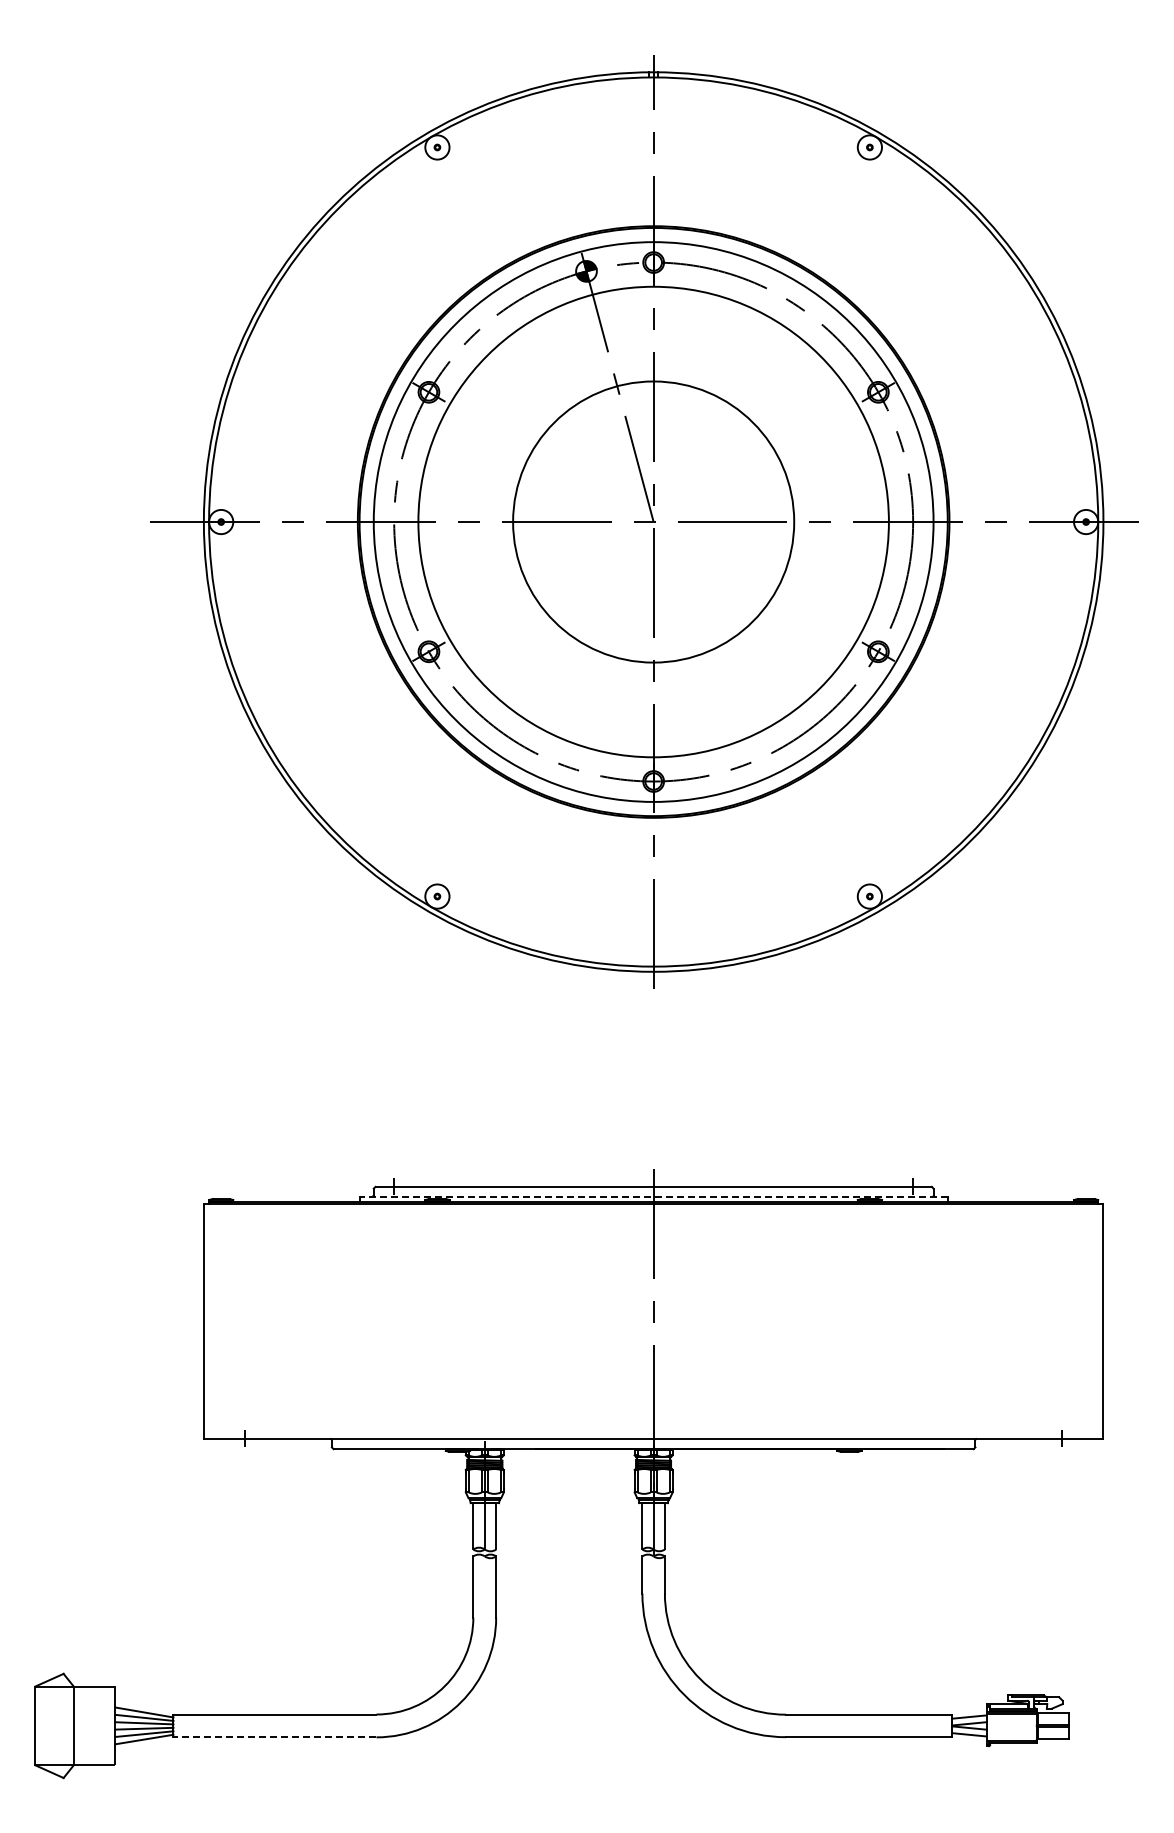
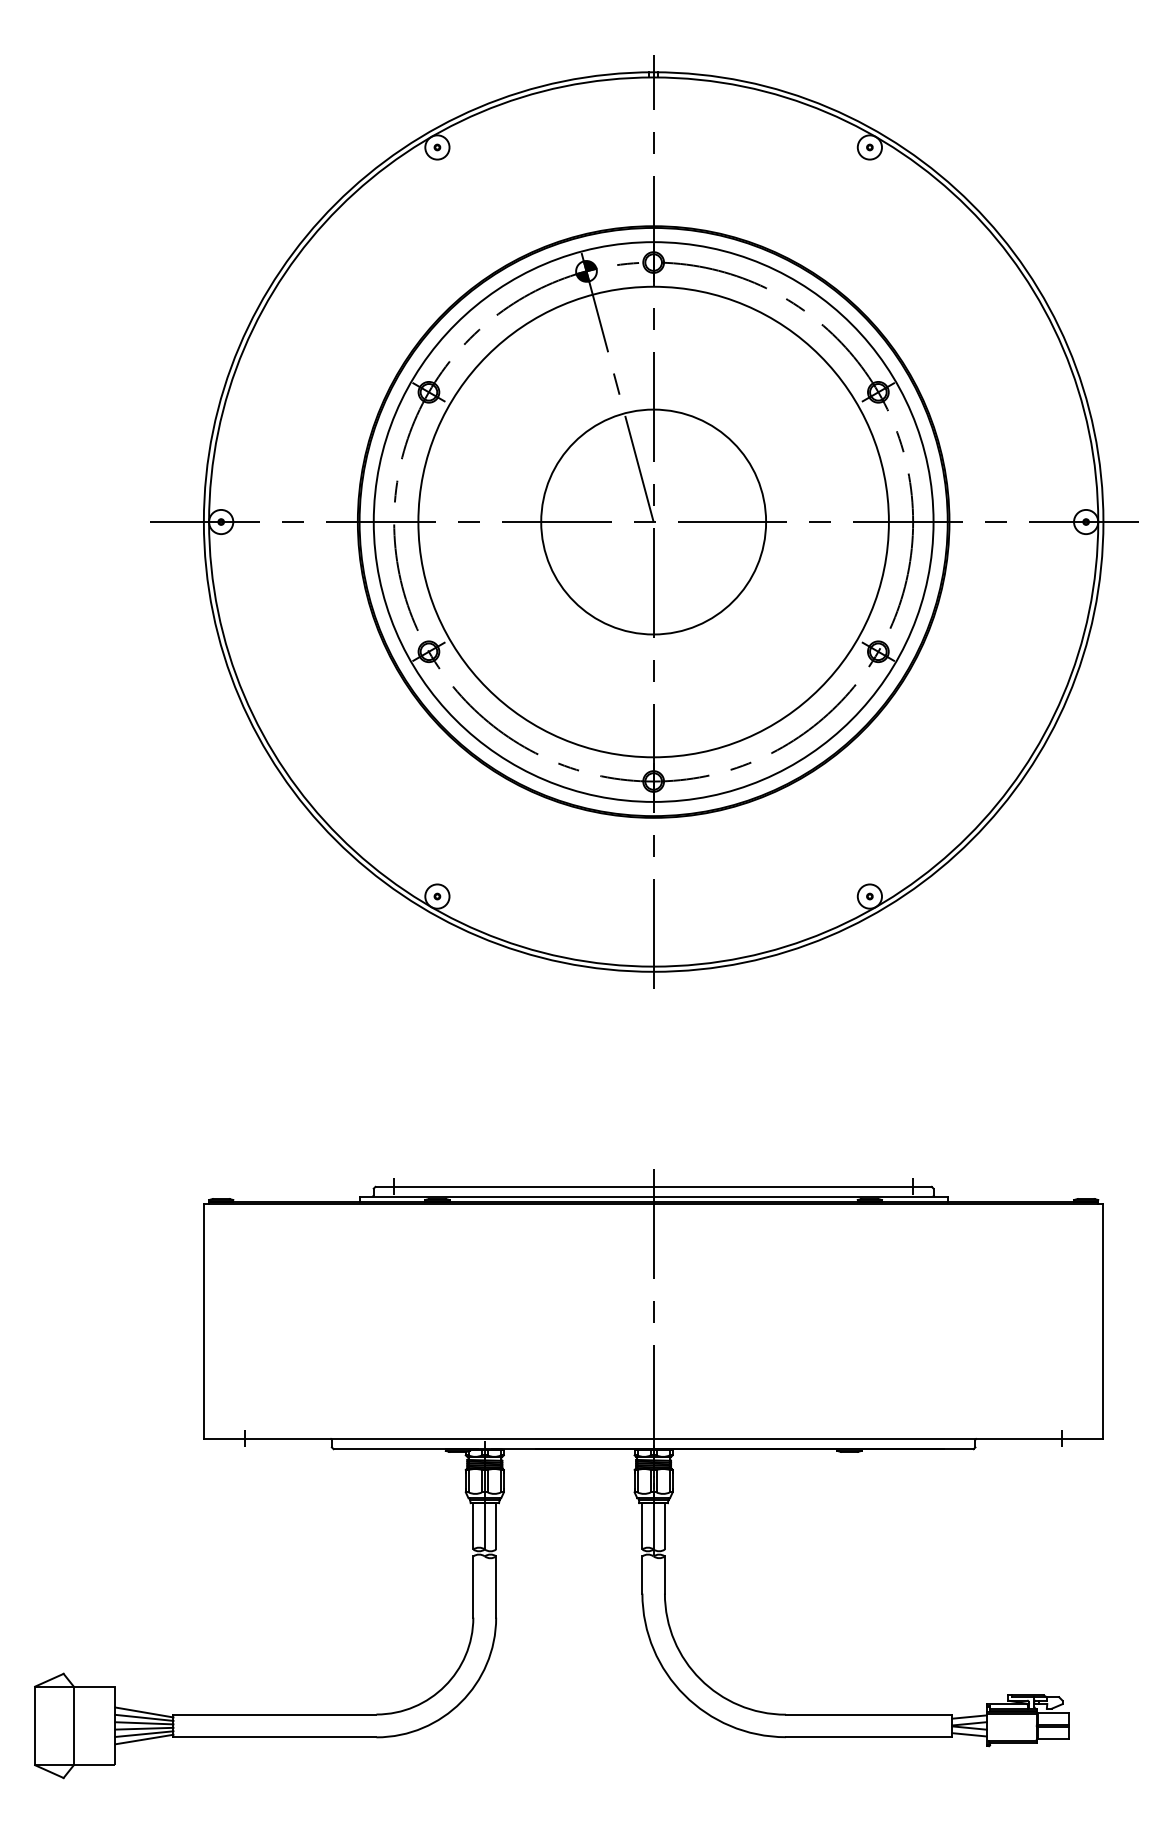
circle at (653, 521) diameter: 281 px -> 225 px
line at (653, 1196): dashed -> solid
line at (274, 1737): dashed -> solid
